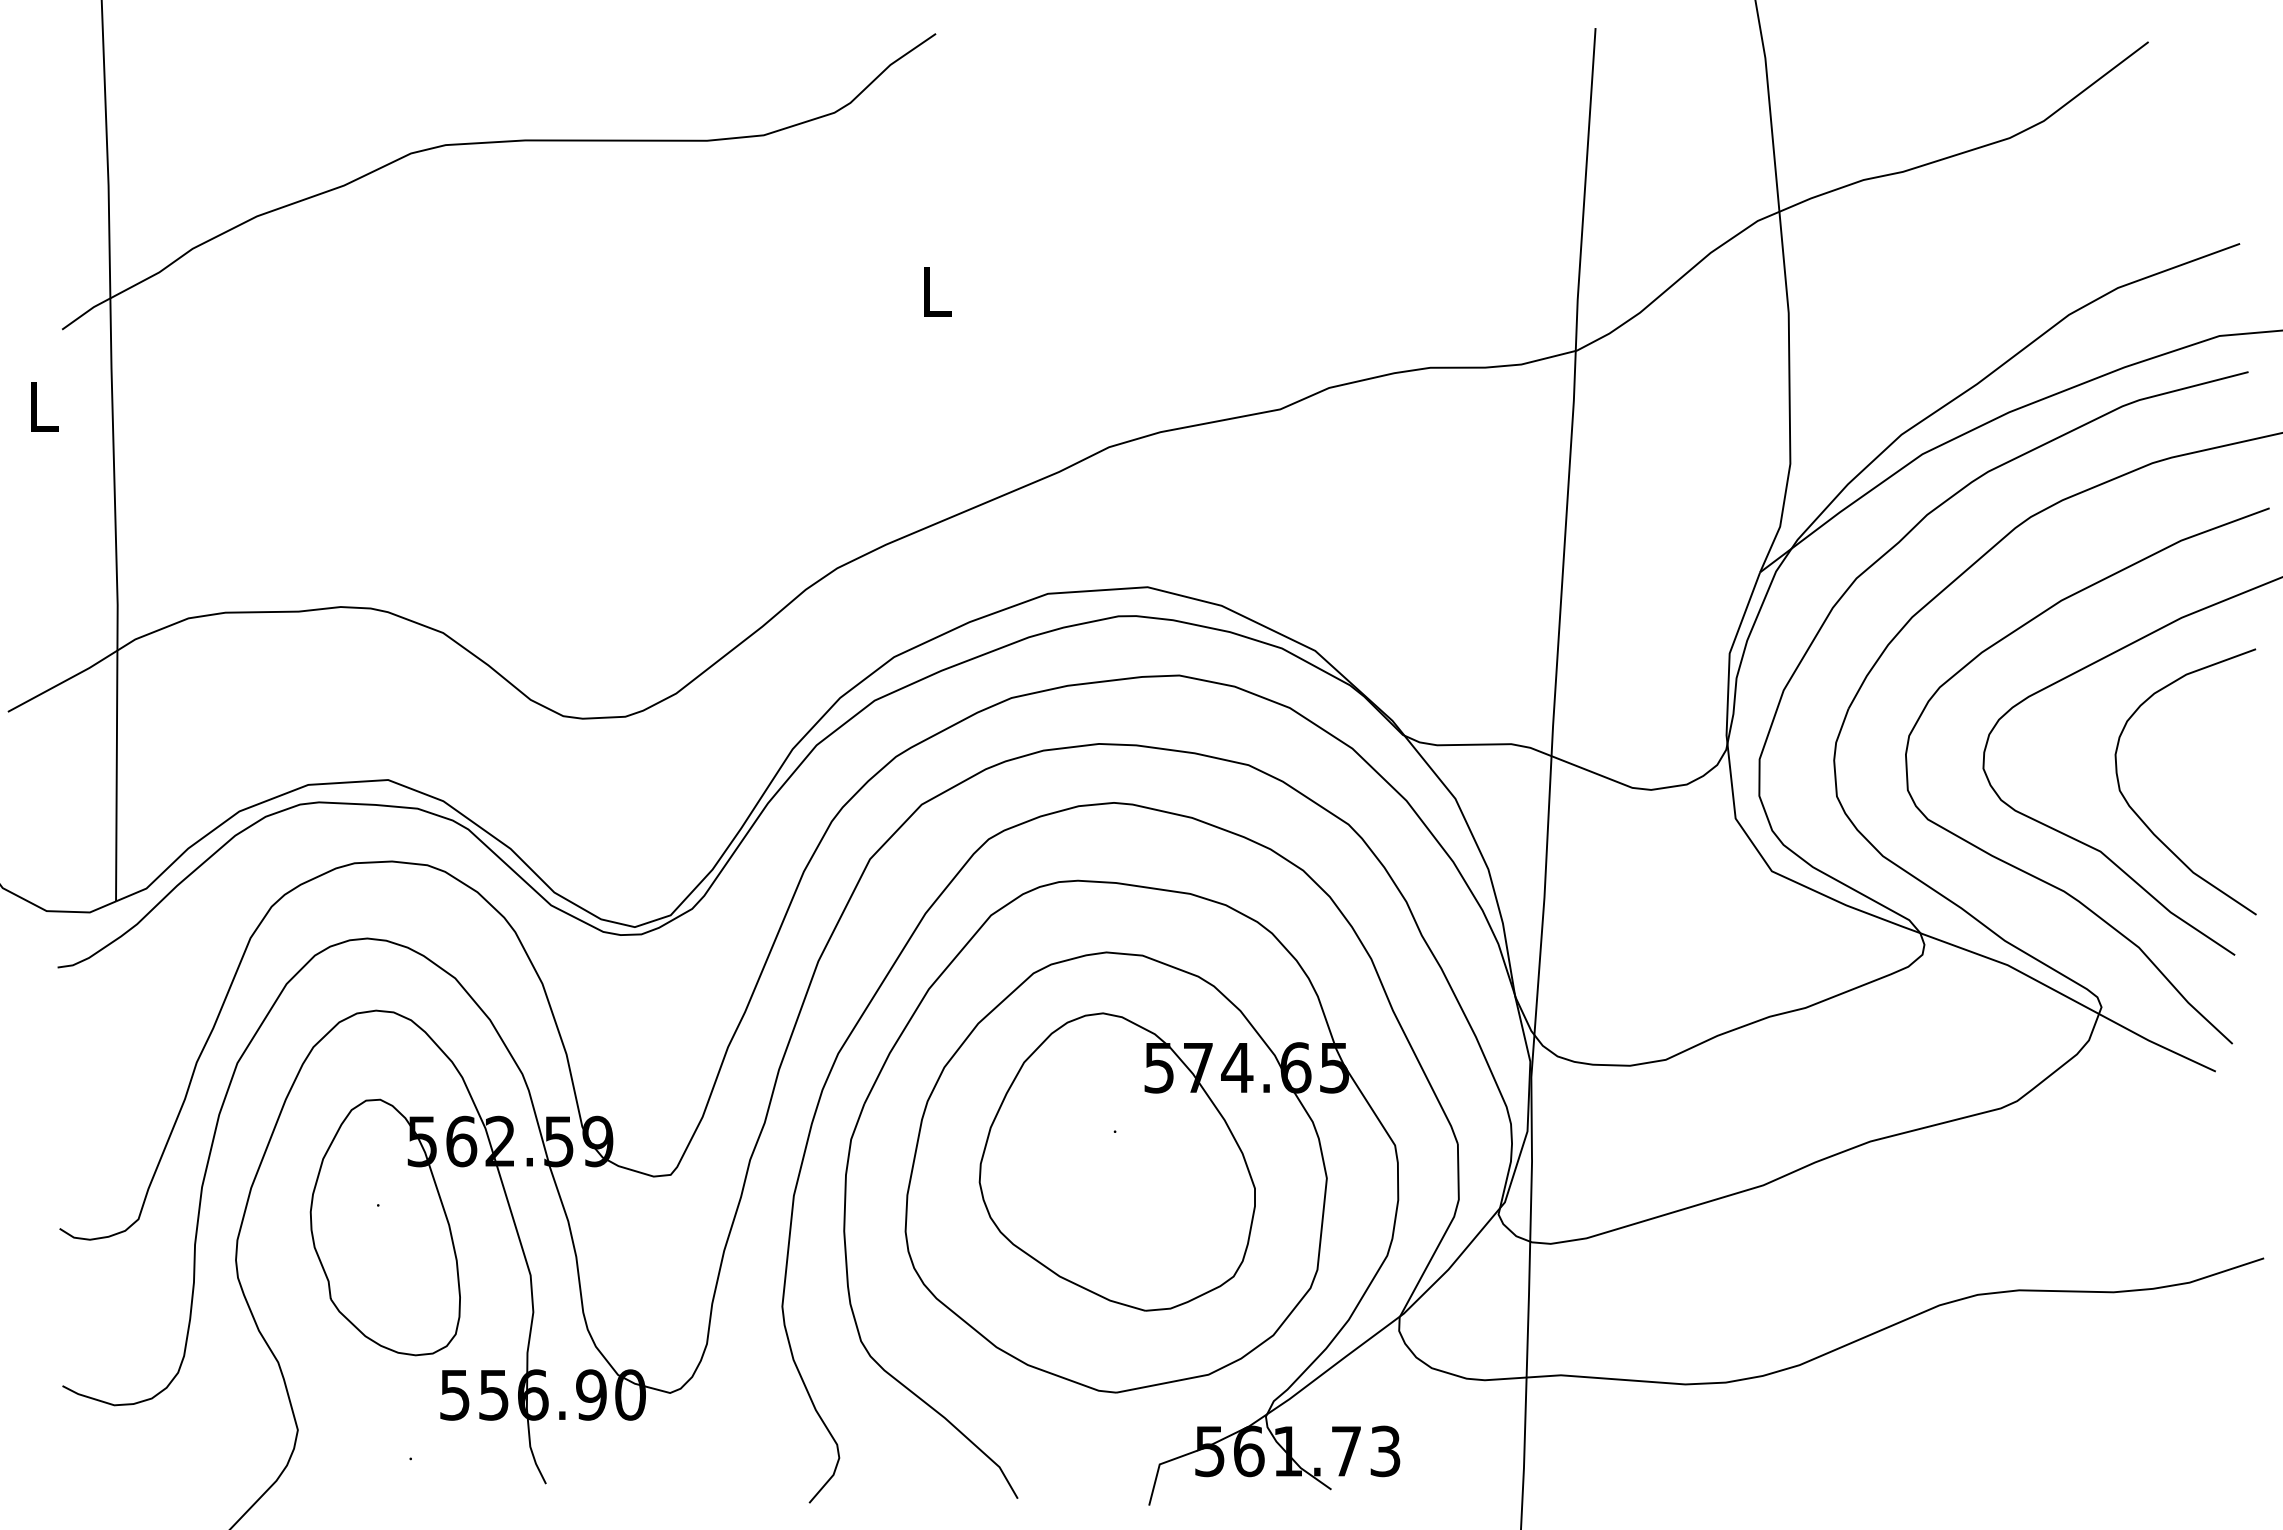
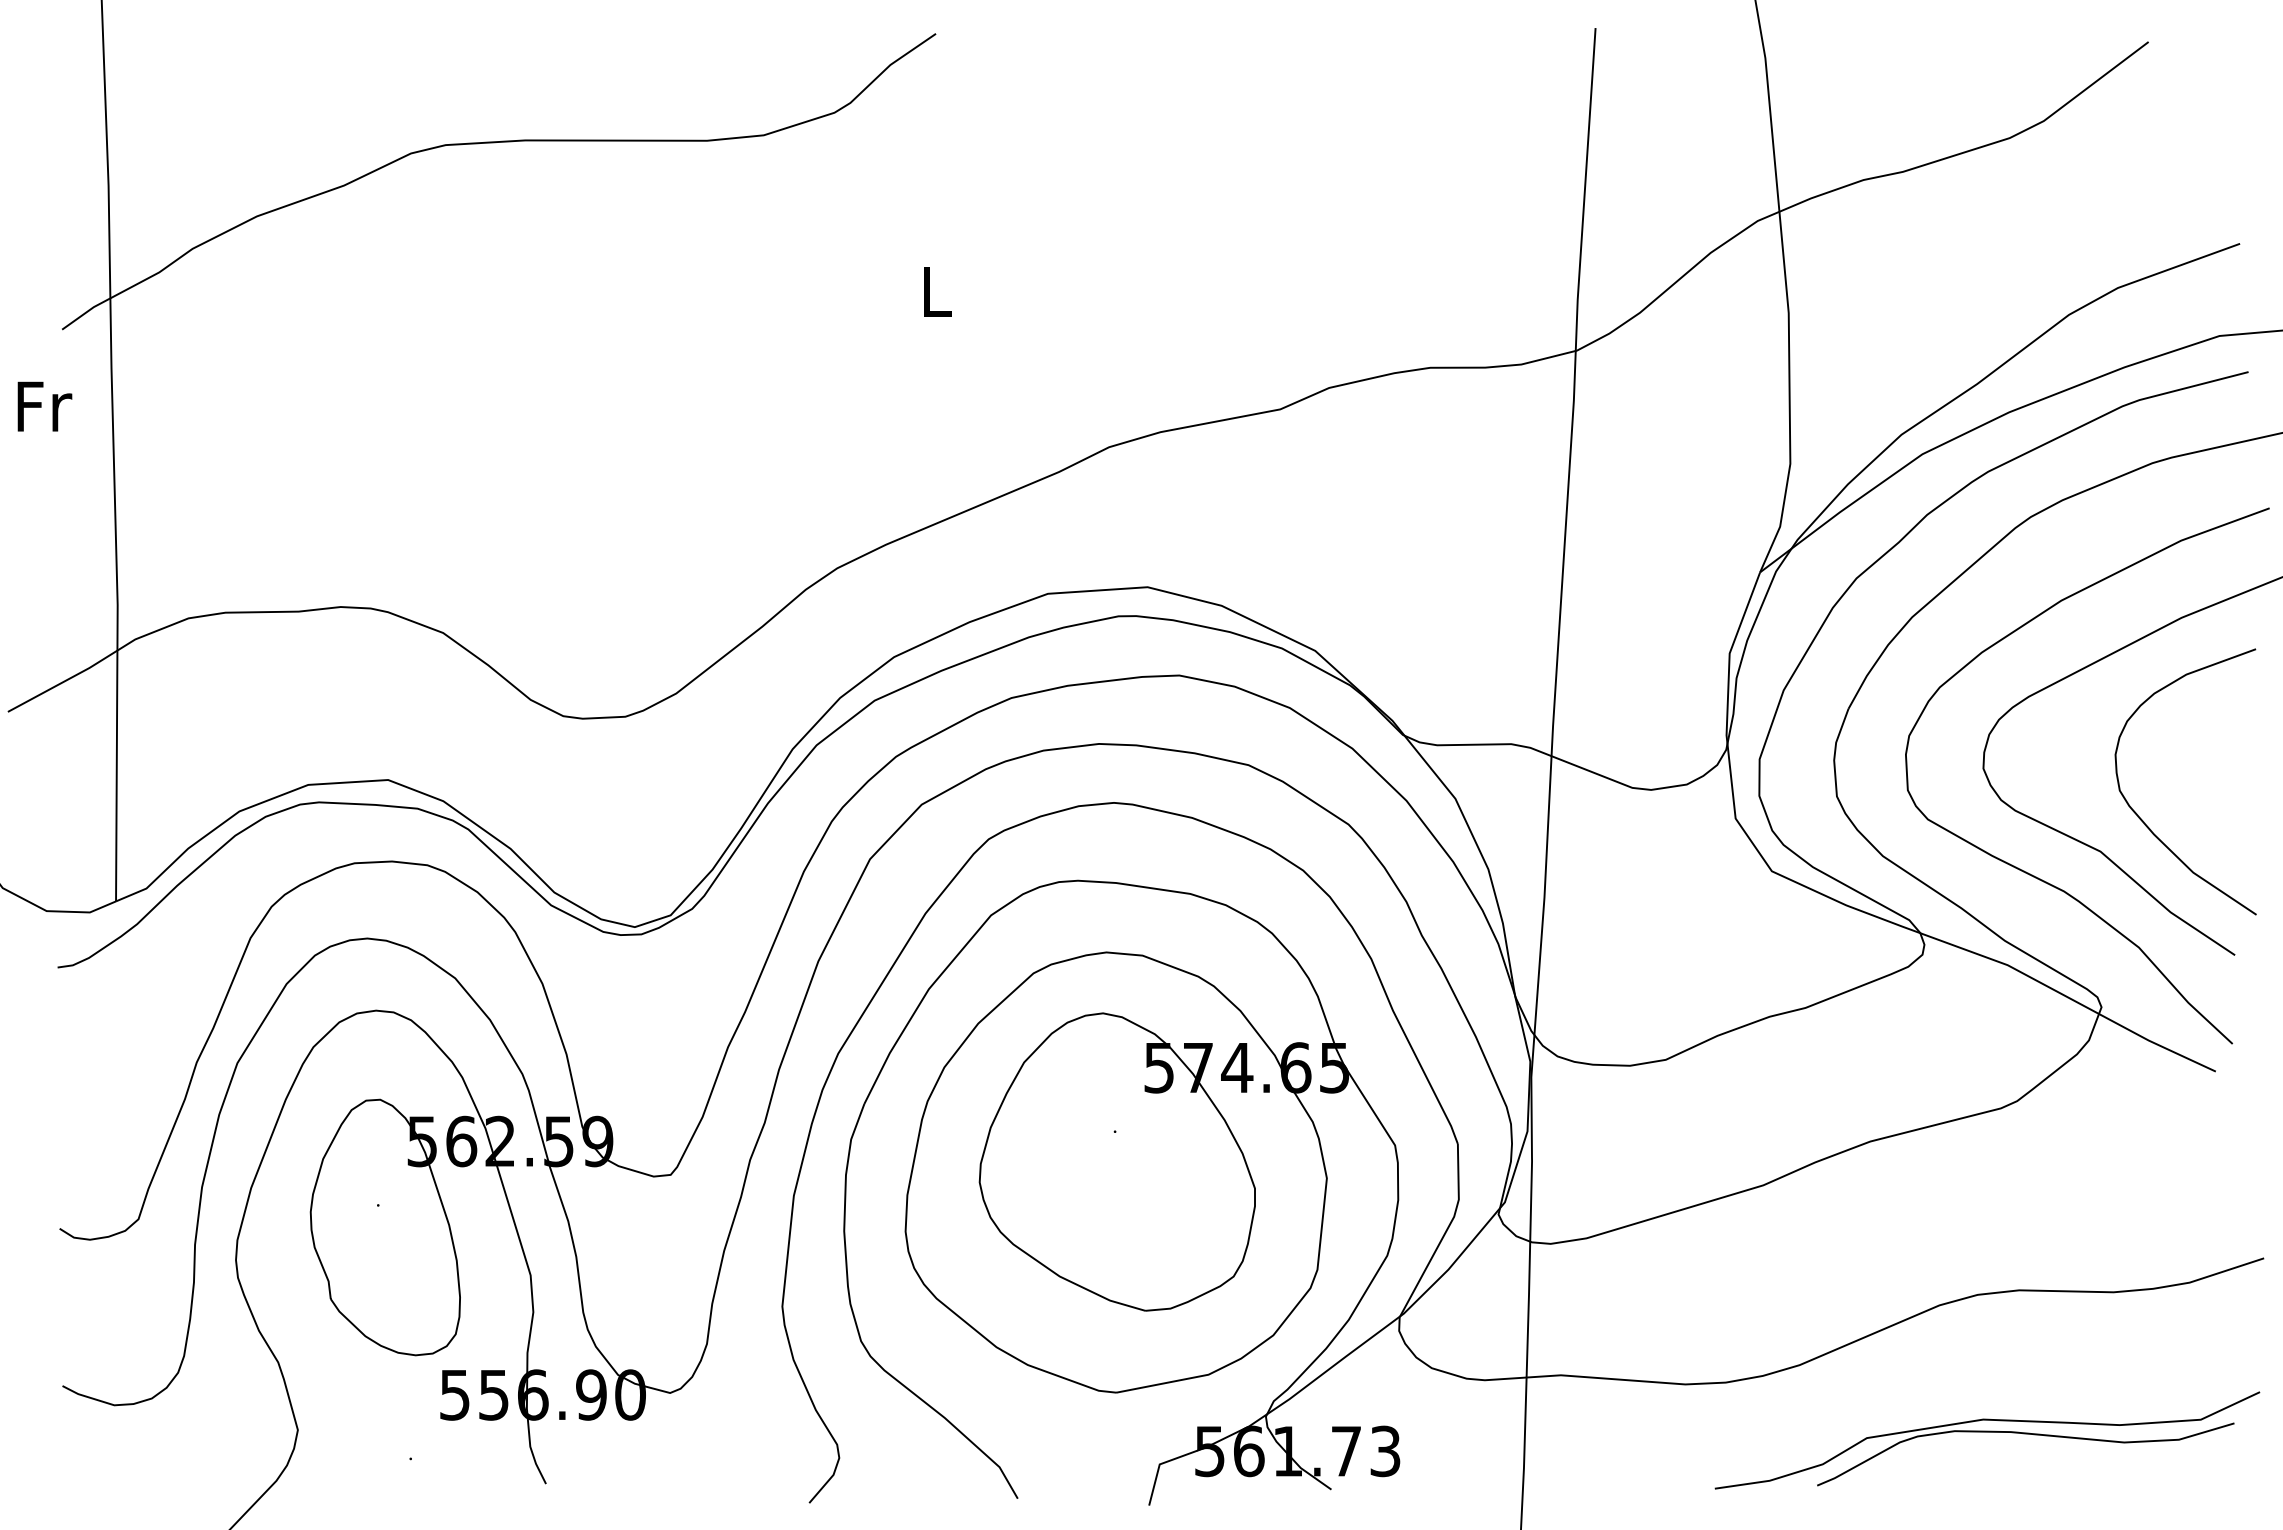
text at (44, 406): L -> Fr
part at (1987, 1432): none -> present
